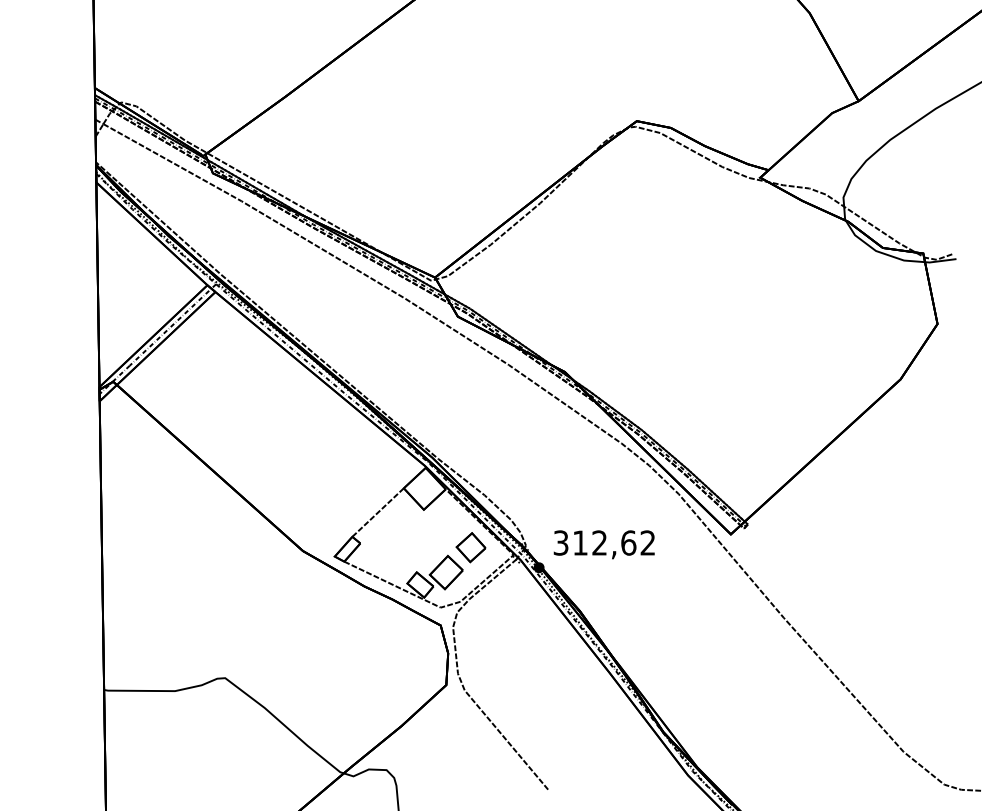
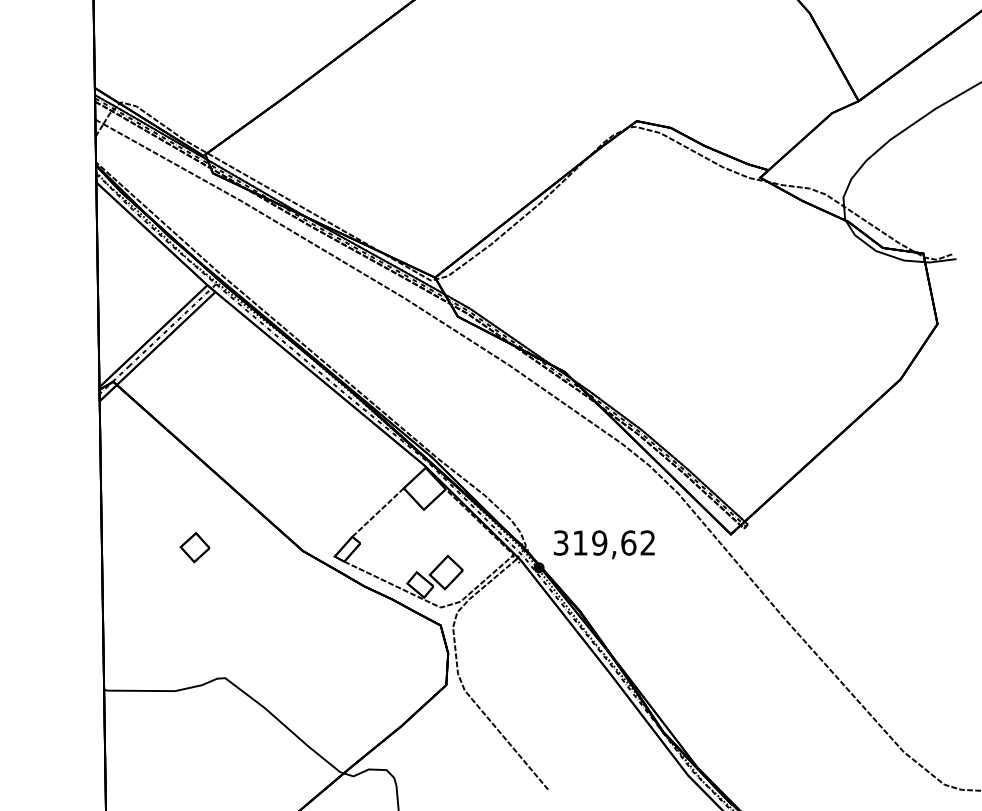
text at (599, 542): 312,62 -> 319,62
part at (470, 547) position: (470, 547) -> (194, 547)
